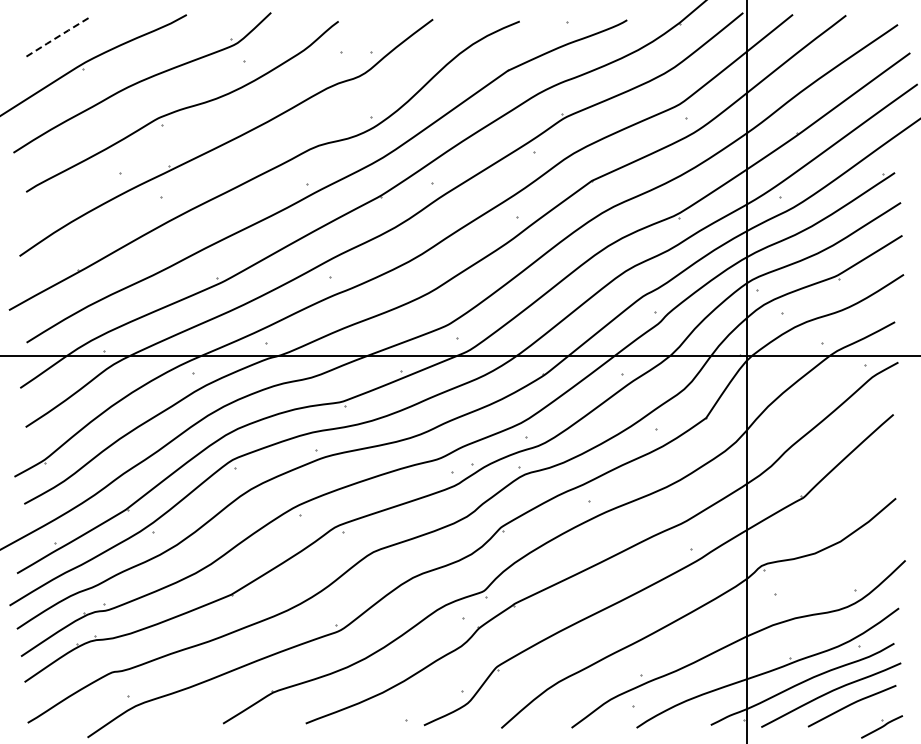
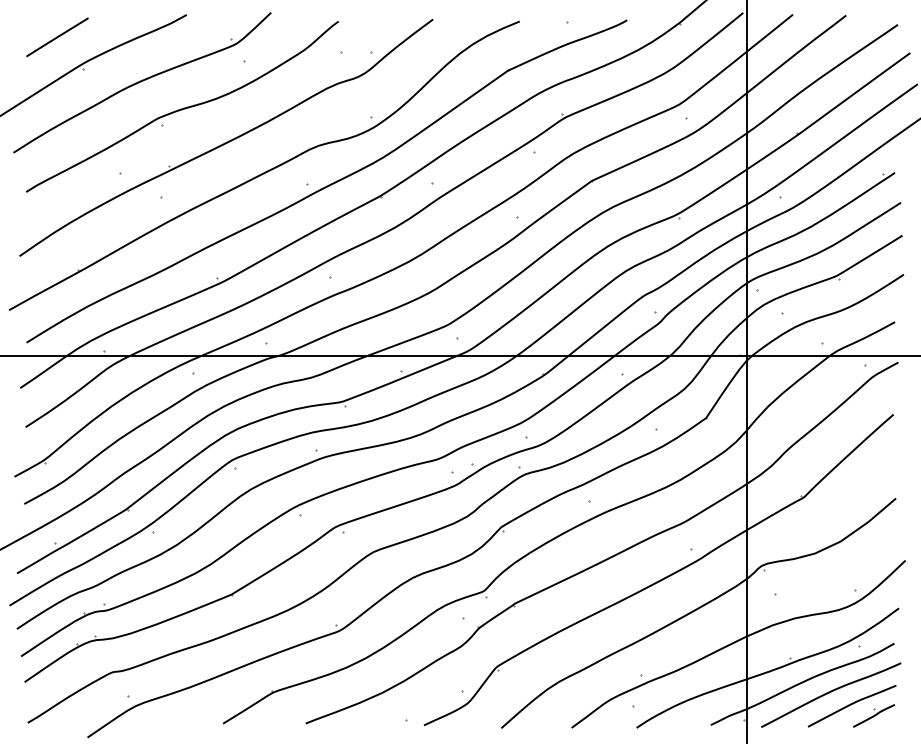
line at (56, 37): dashed -> solid
part at (882, 726) position: (882, 726) -> (874, 715)
